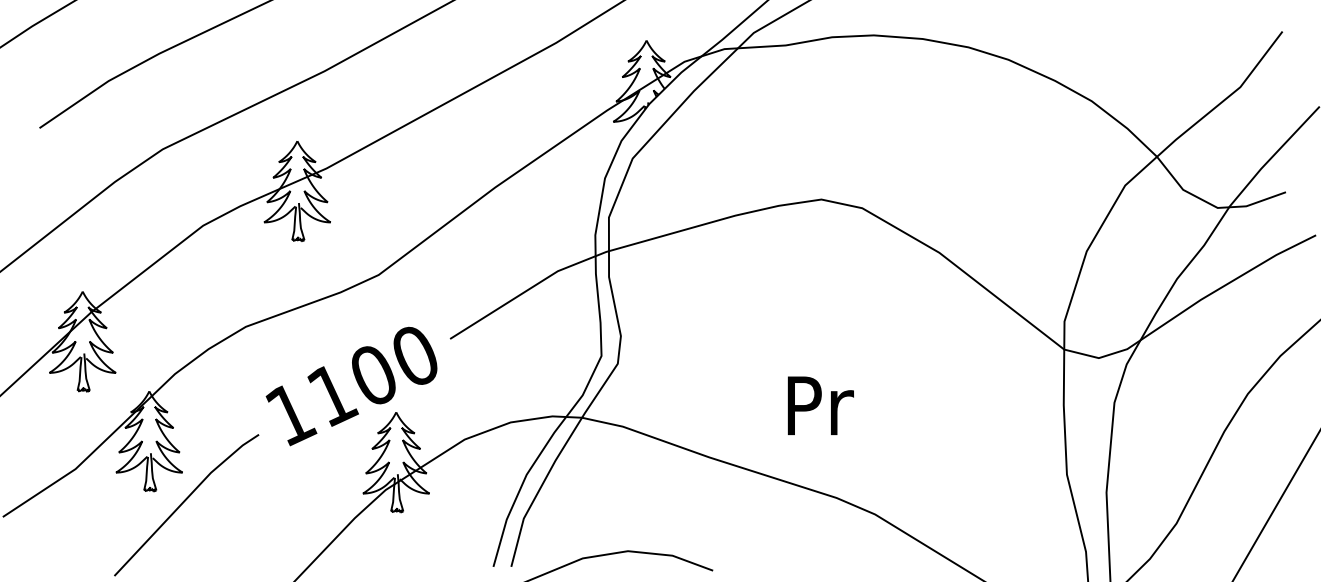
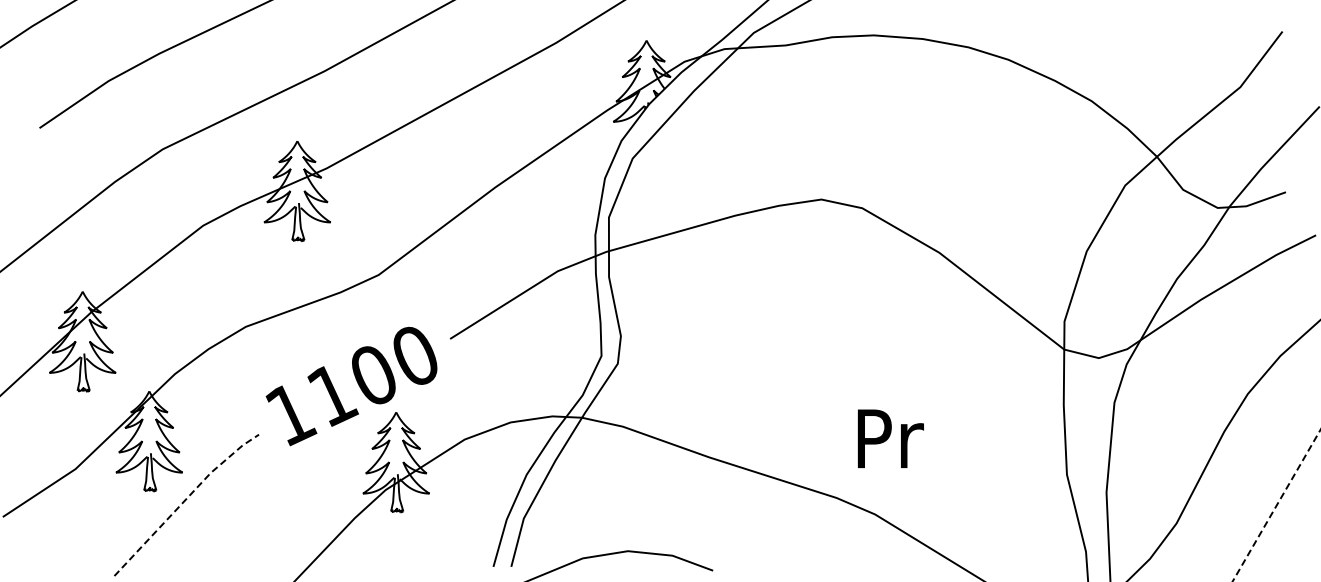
text at (820, 405) position: (820, 405) -> (890, 438)
line at (184, 501): solid -> dashed
line at (1276, 505): solid -> dashed
